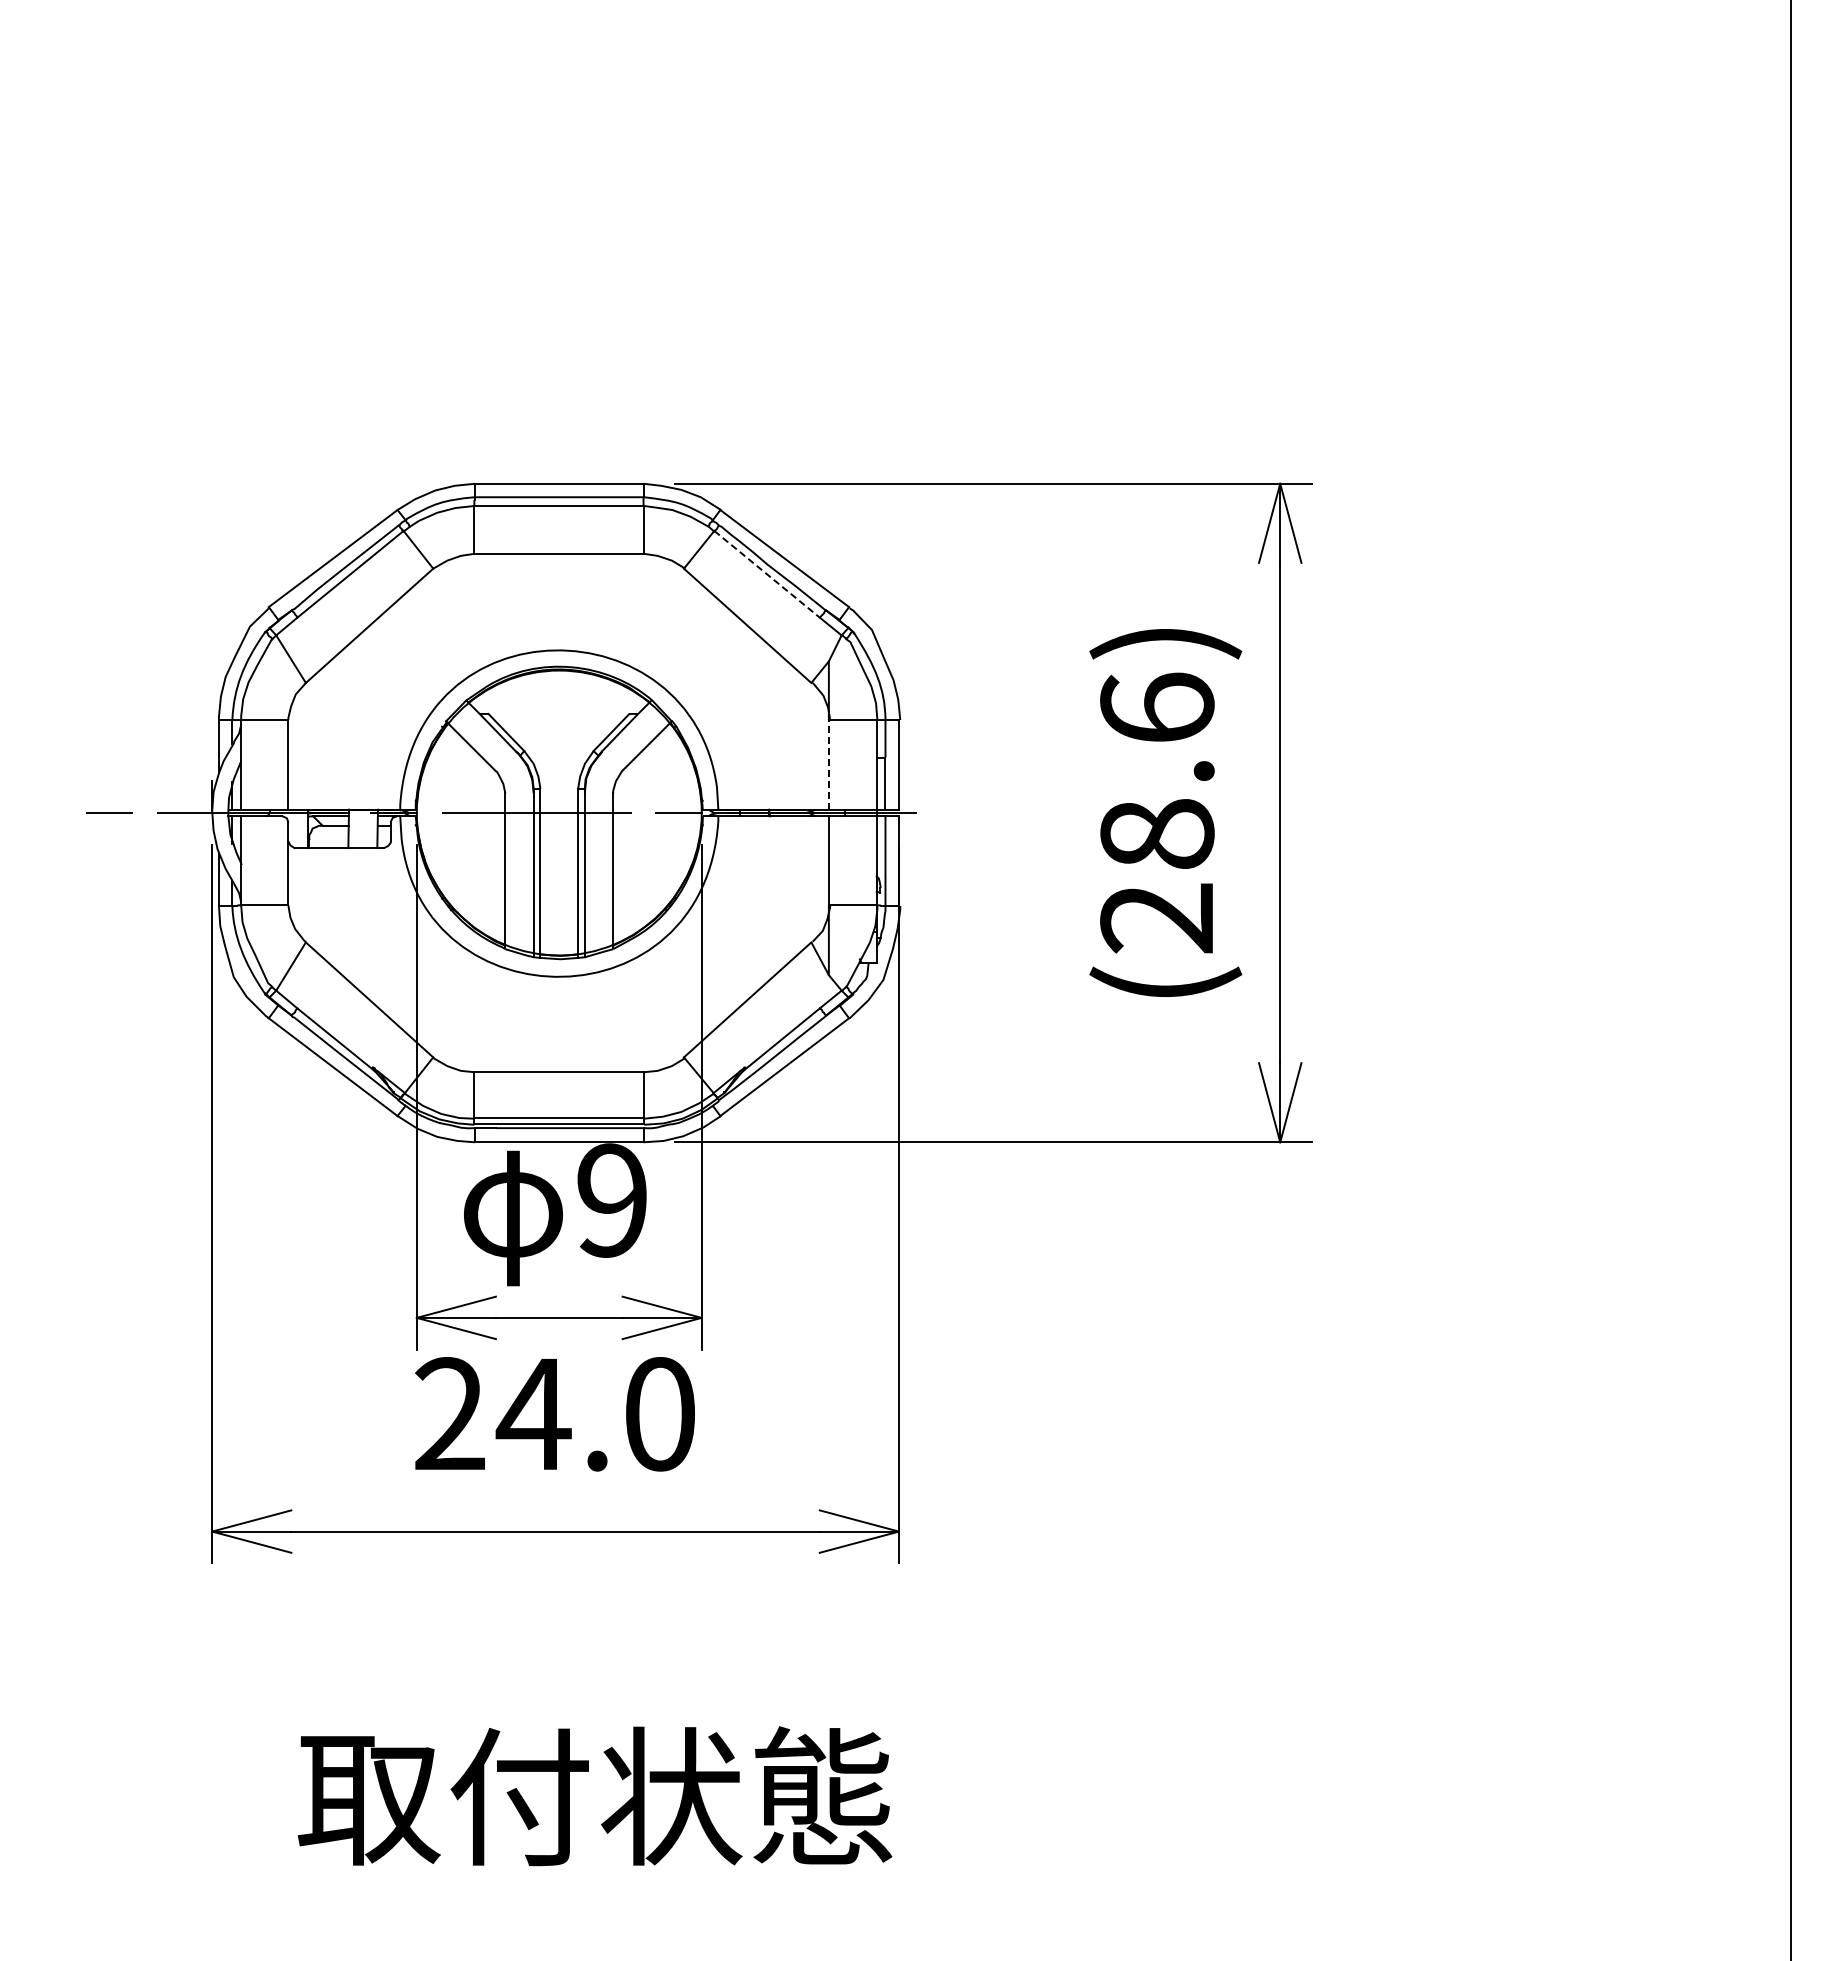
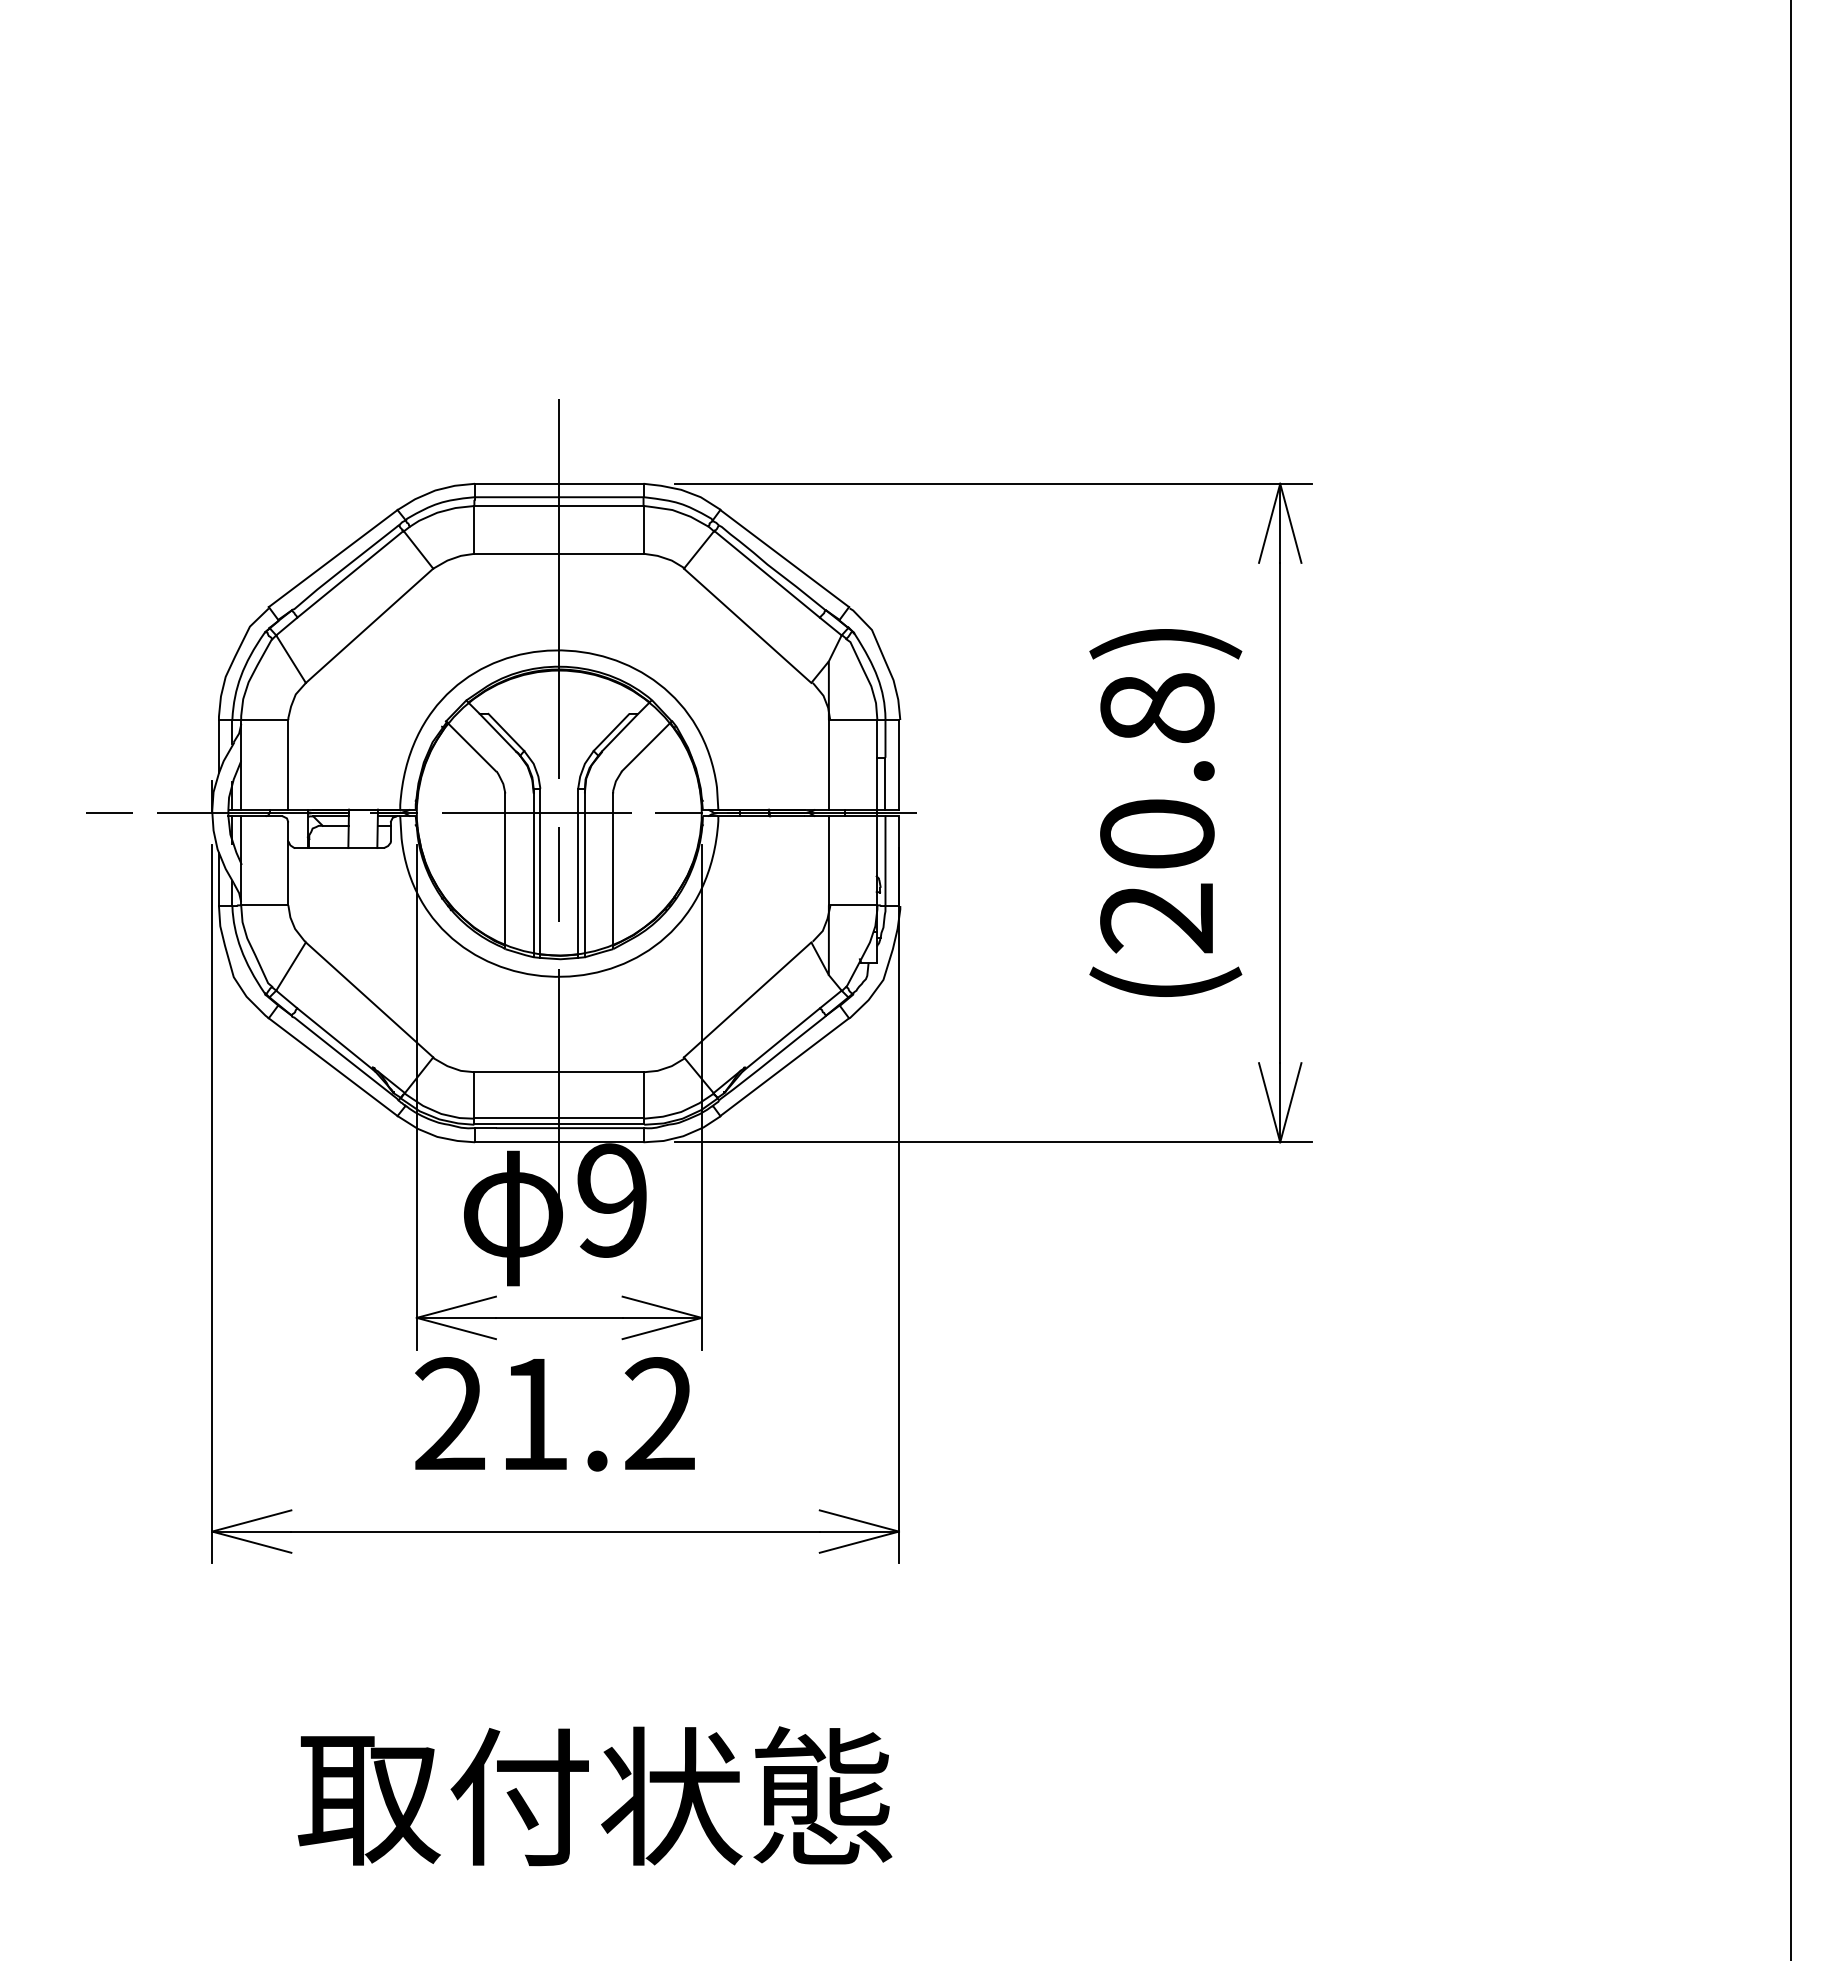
line at (767, 574): dashed -> solid
line at (828, 764): dashed -> solid
text at (1157, 770): (28.6) -> (20.8)
line at (559, 812): none -> present
text at (594, 1414): 24.0 -> 21.2
